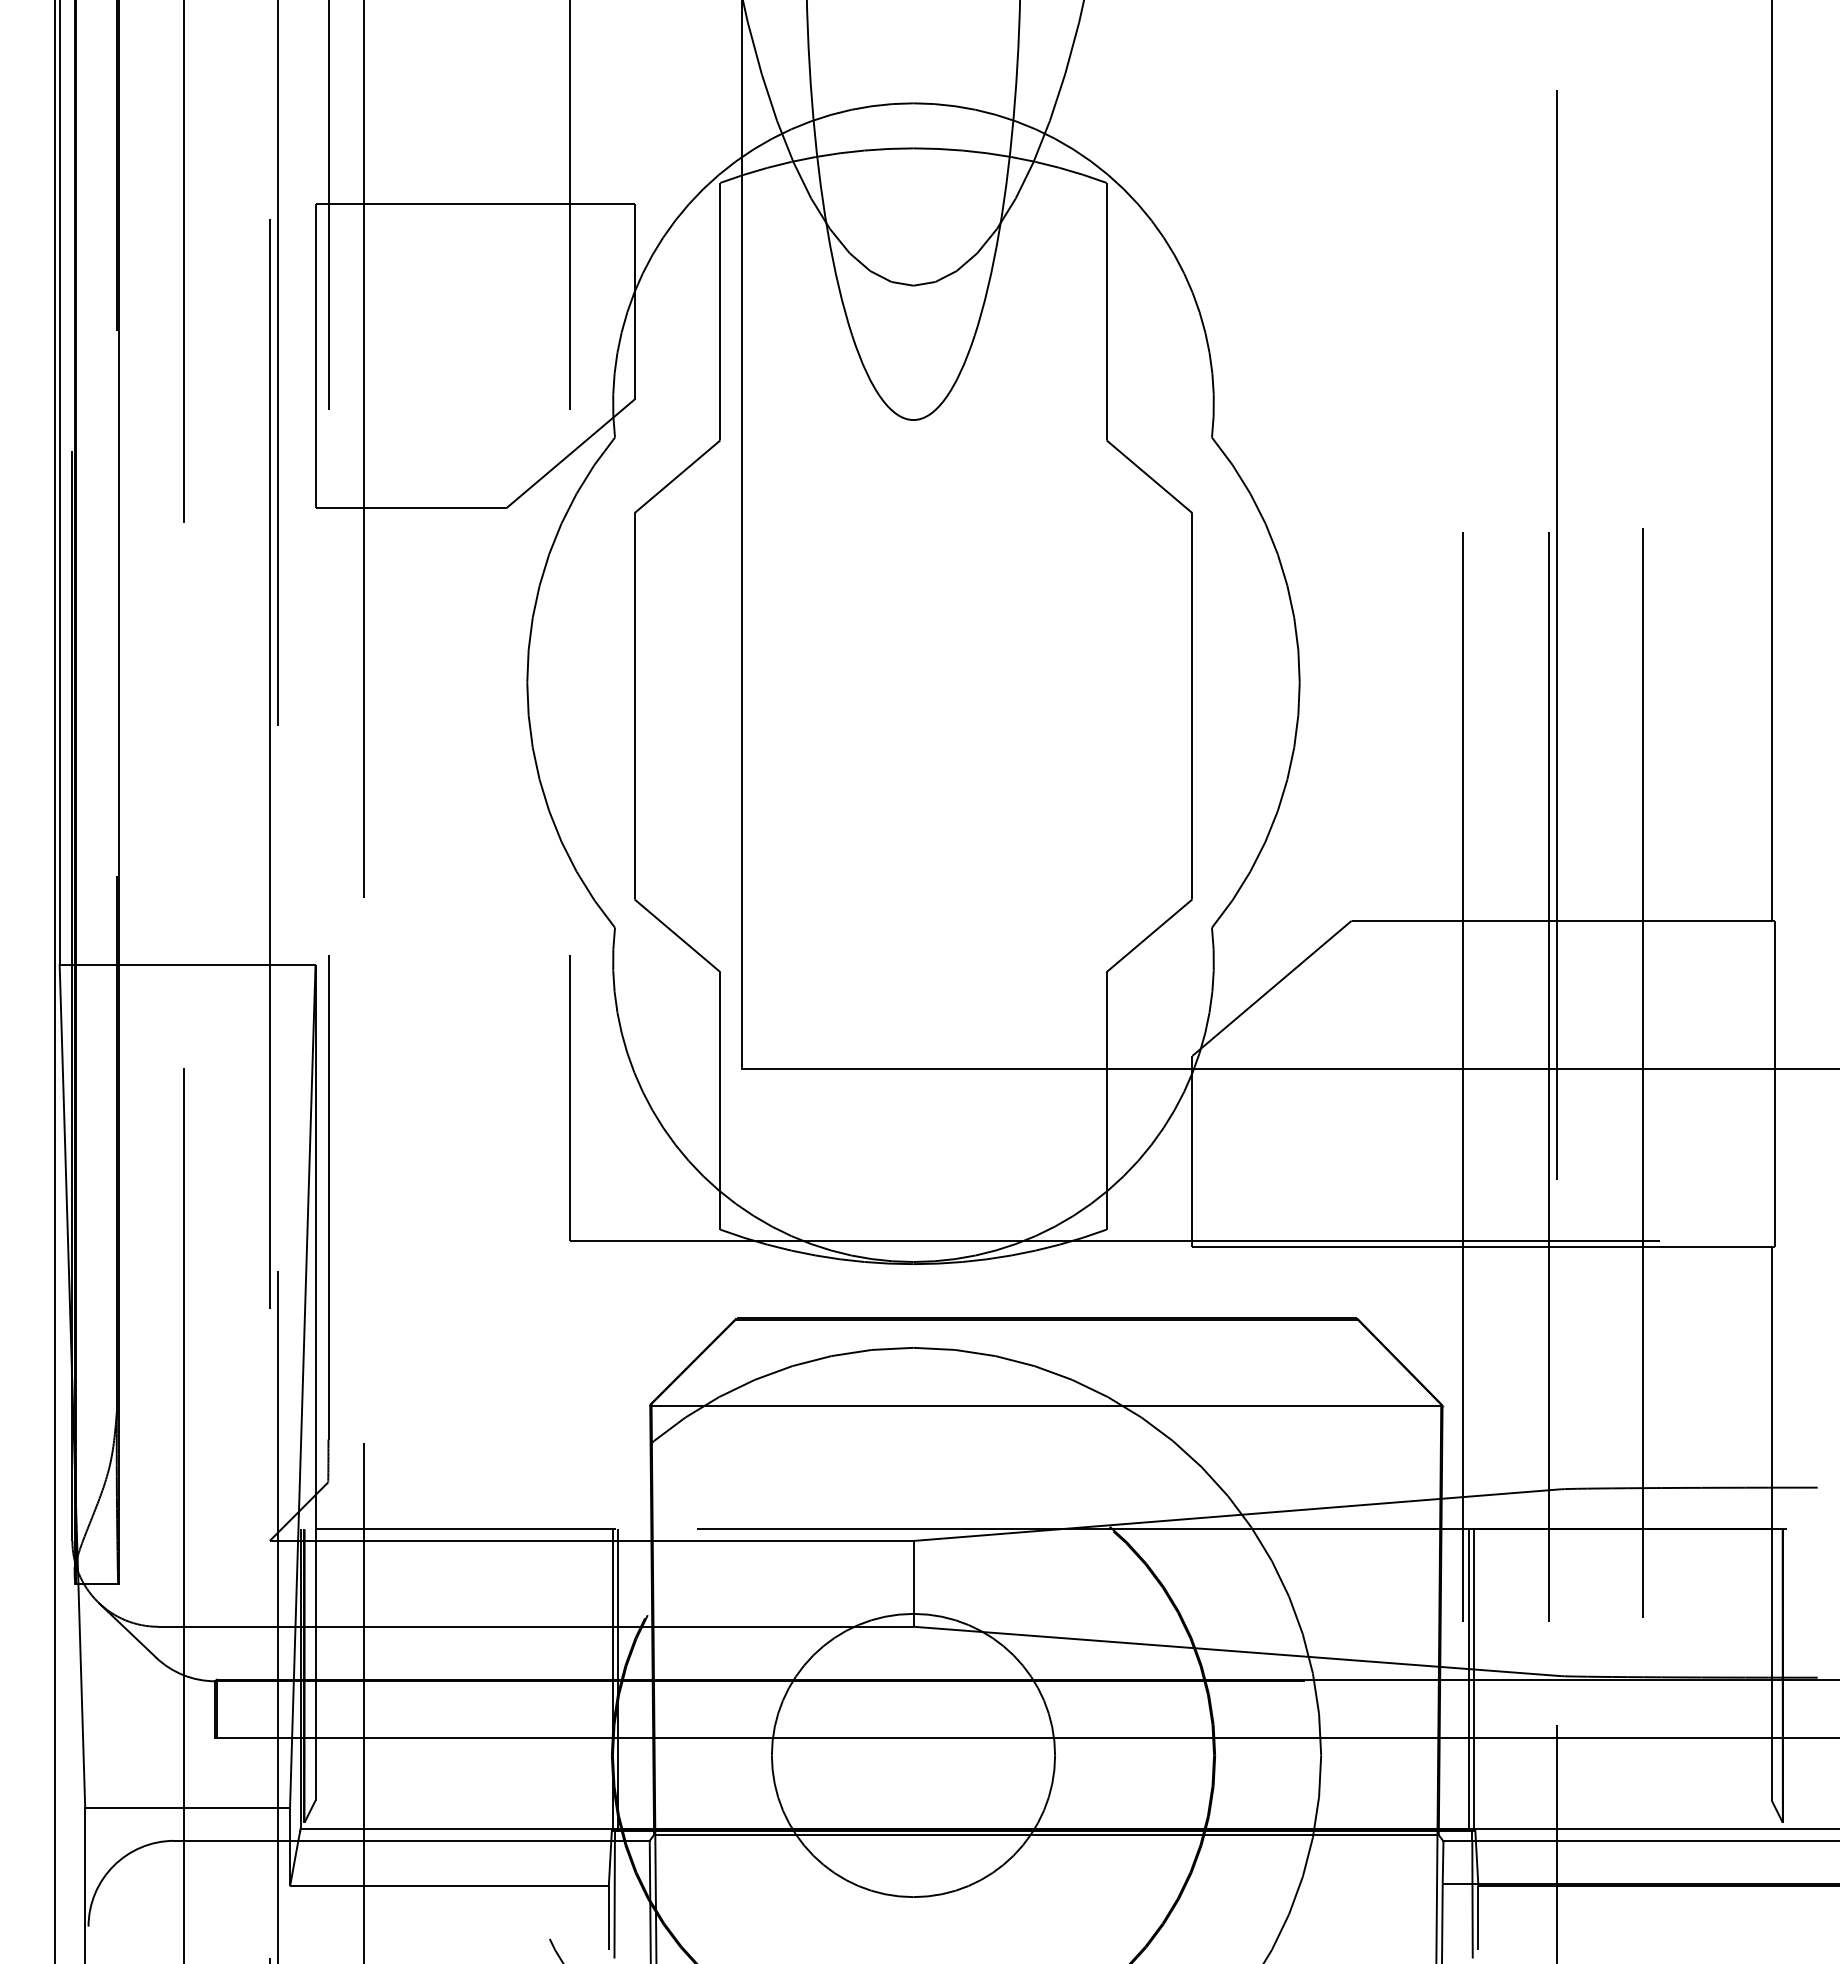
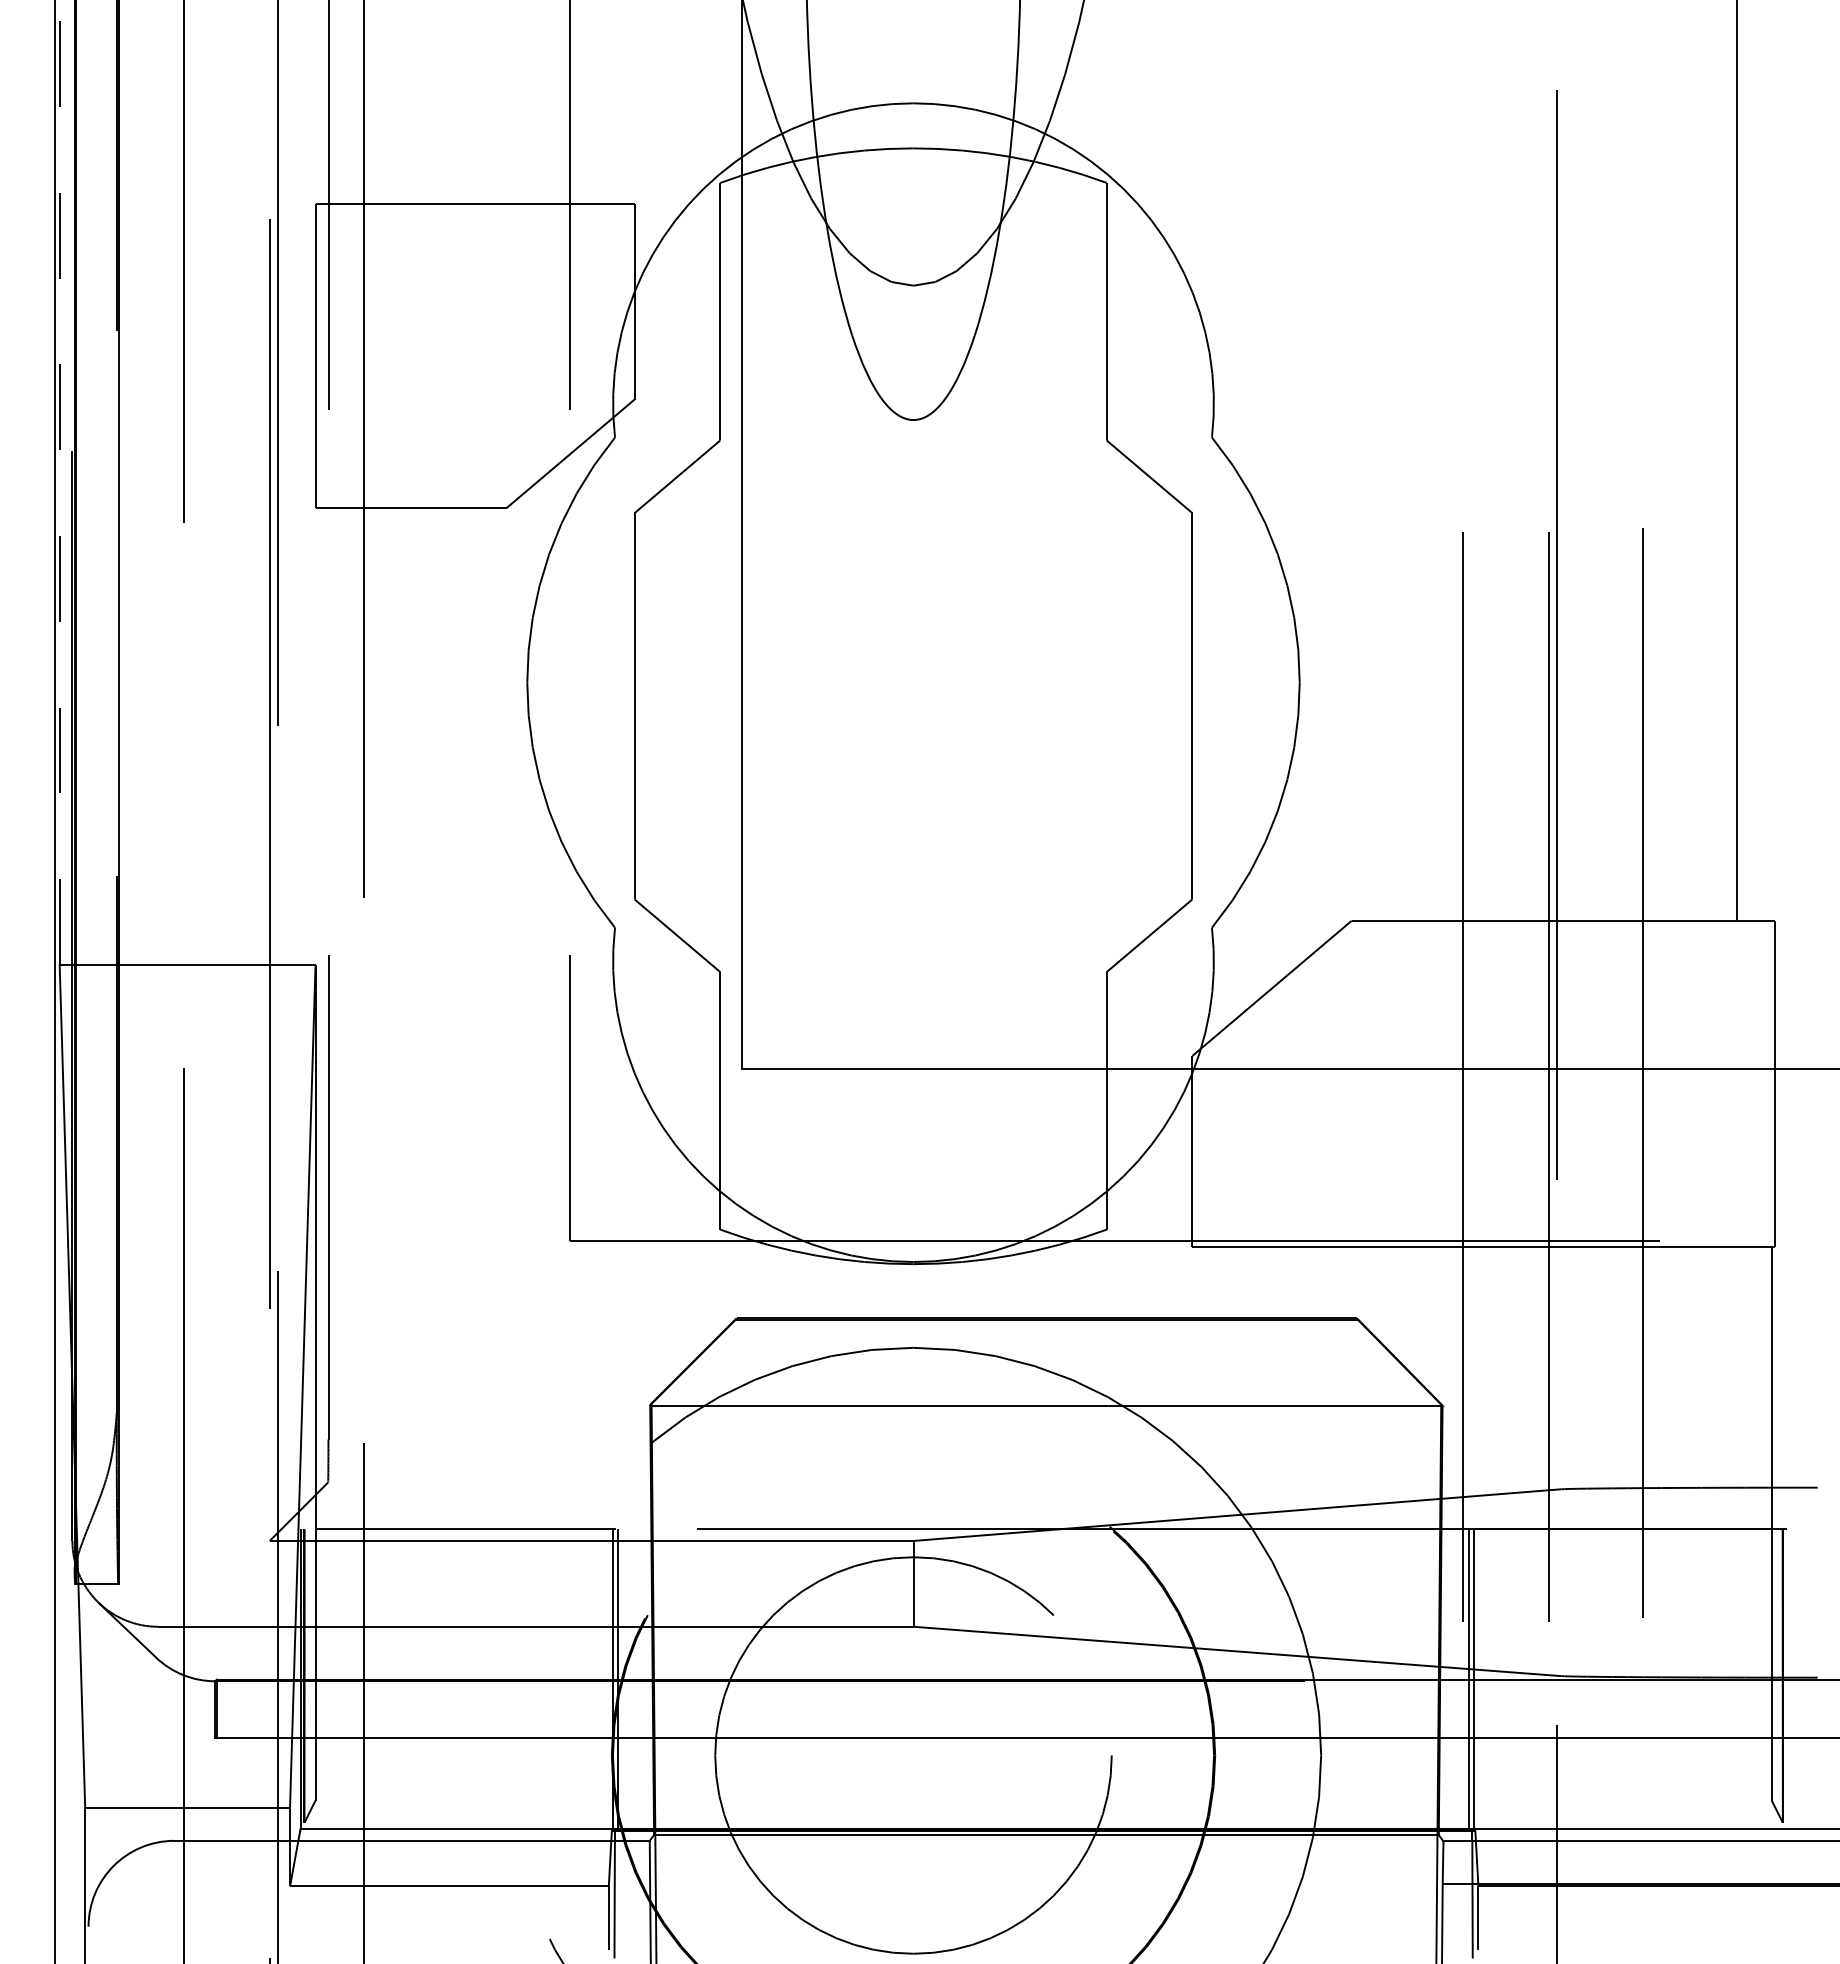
line at (1771, 461) position: (1771, 461) -> (1736, 461)
line at (59, 482): solid -> dashed
circle at (913, 1755) diameter: 283 px -> 397 px
